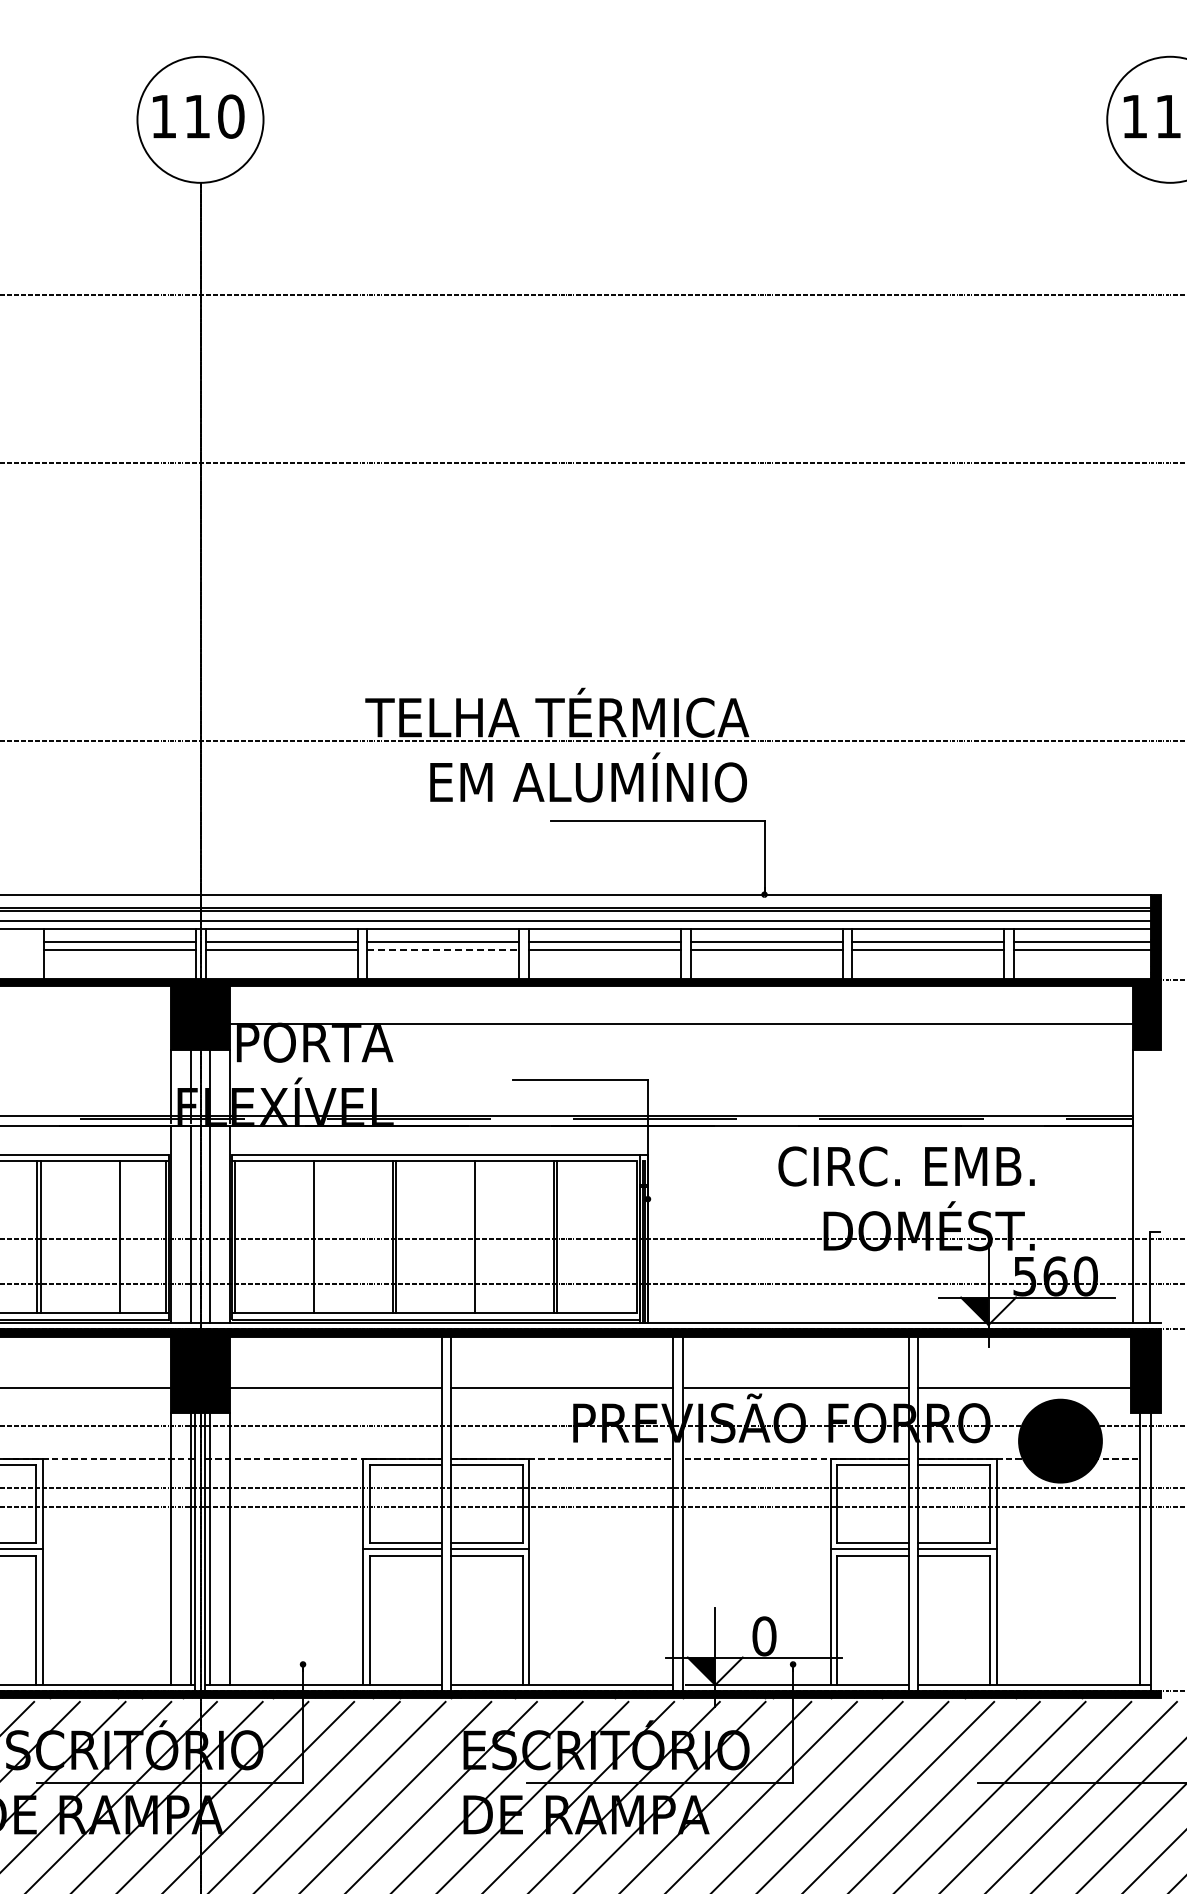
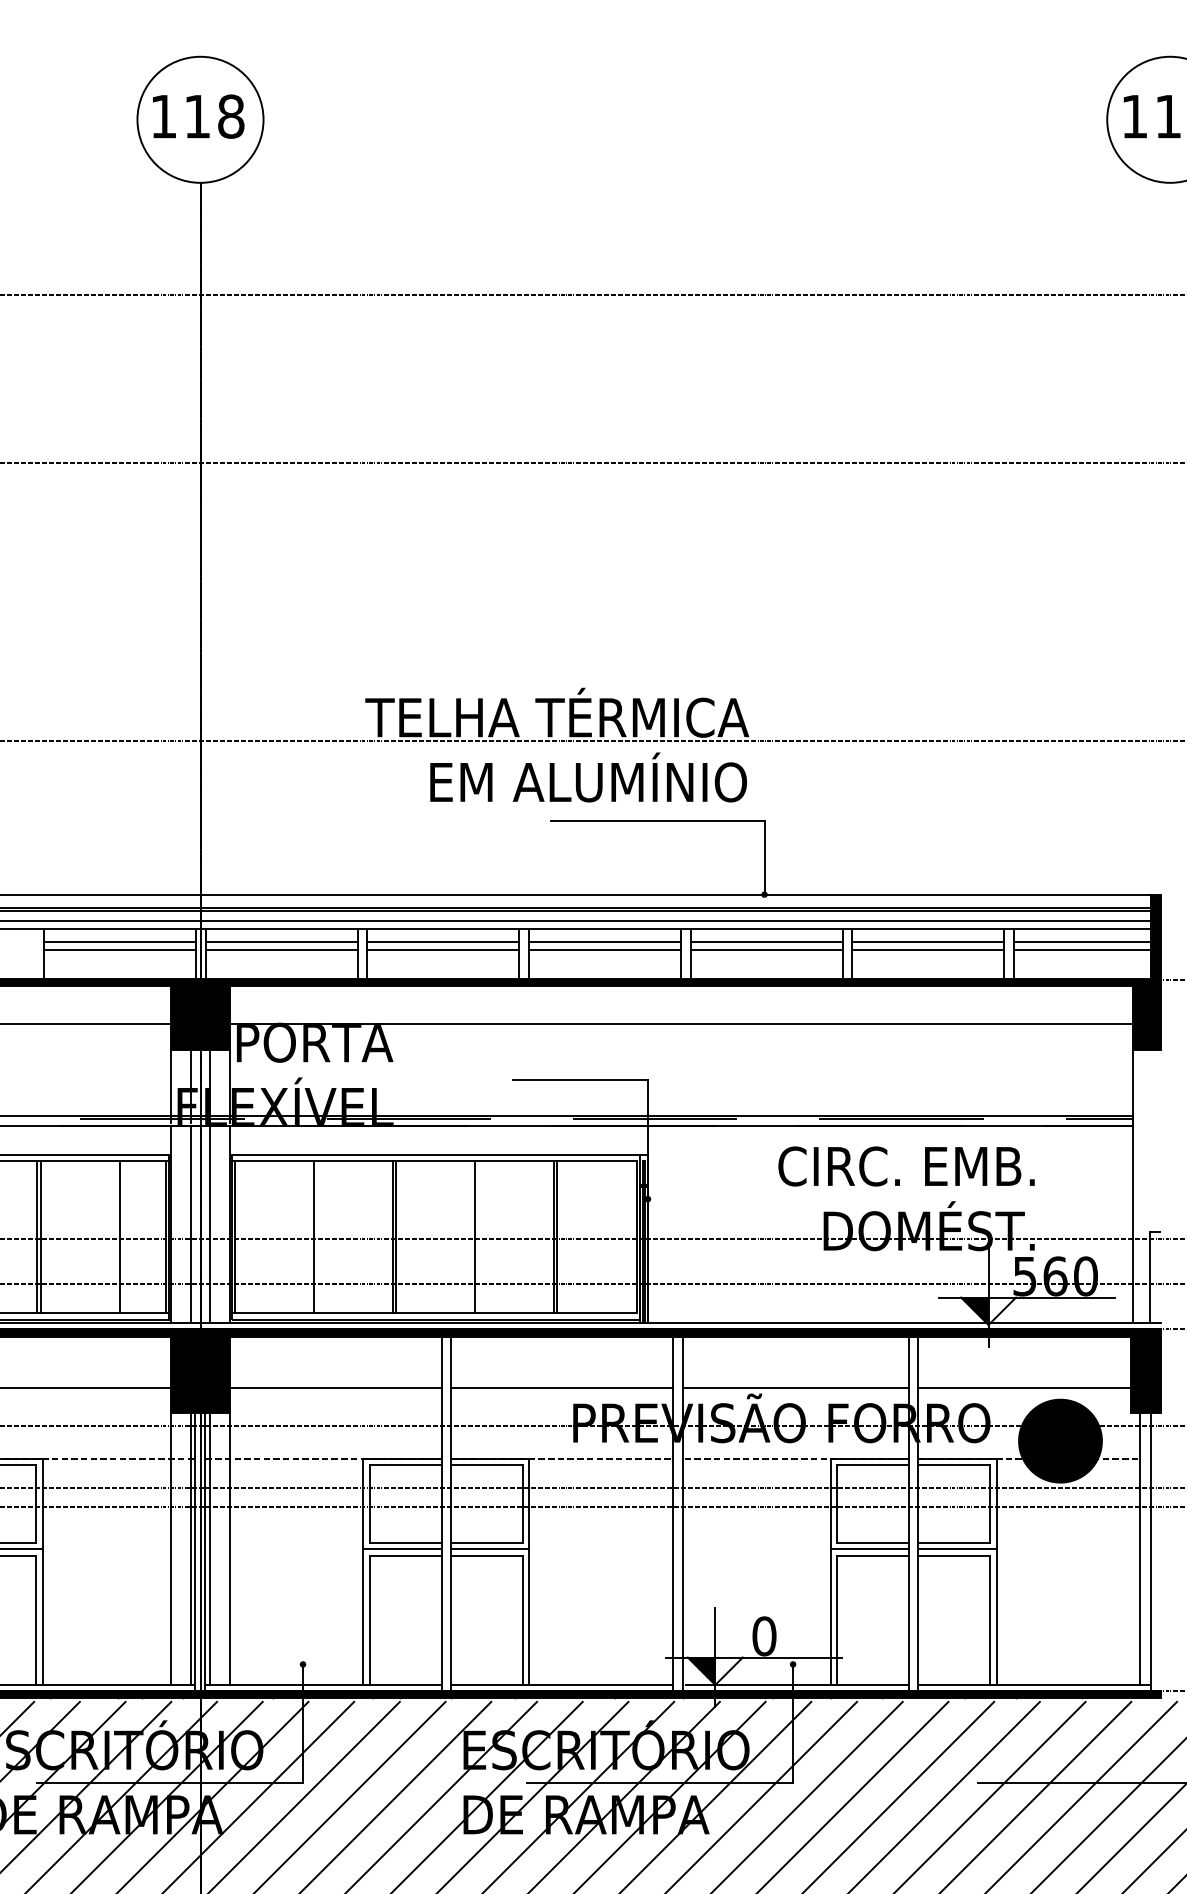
text at (231, 116): 110 -> 118
line at (443, 950): dashed -> solid
line at (86, 1023): none -> present
